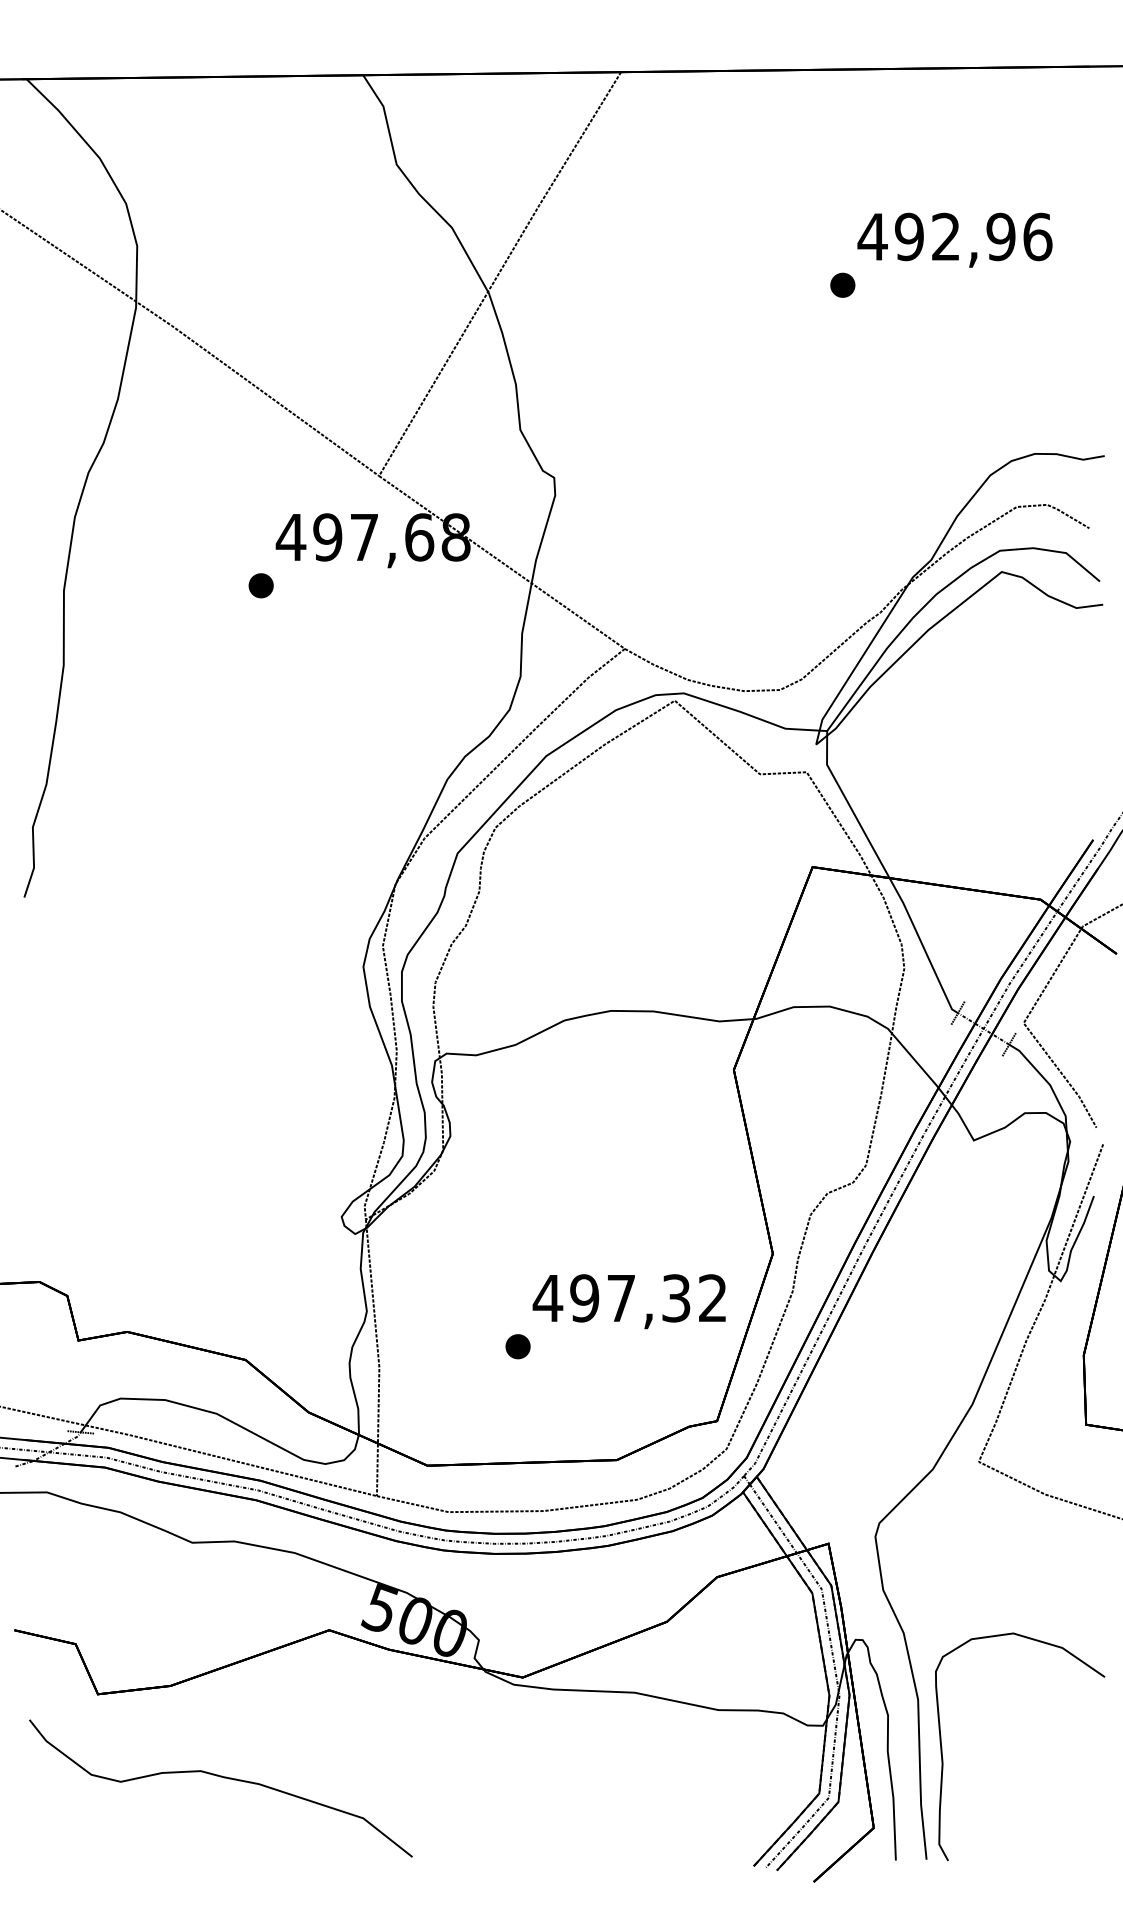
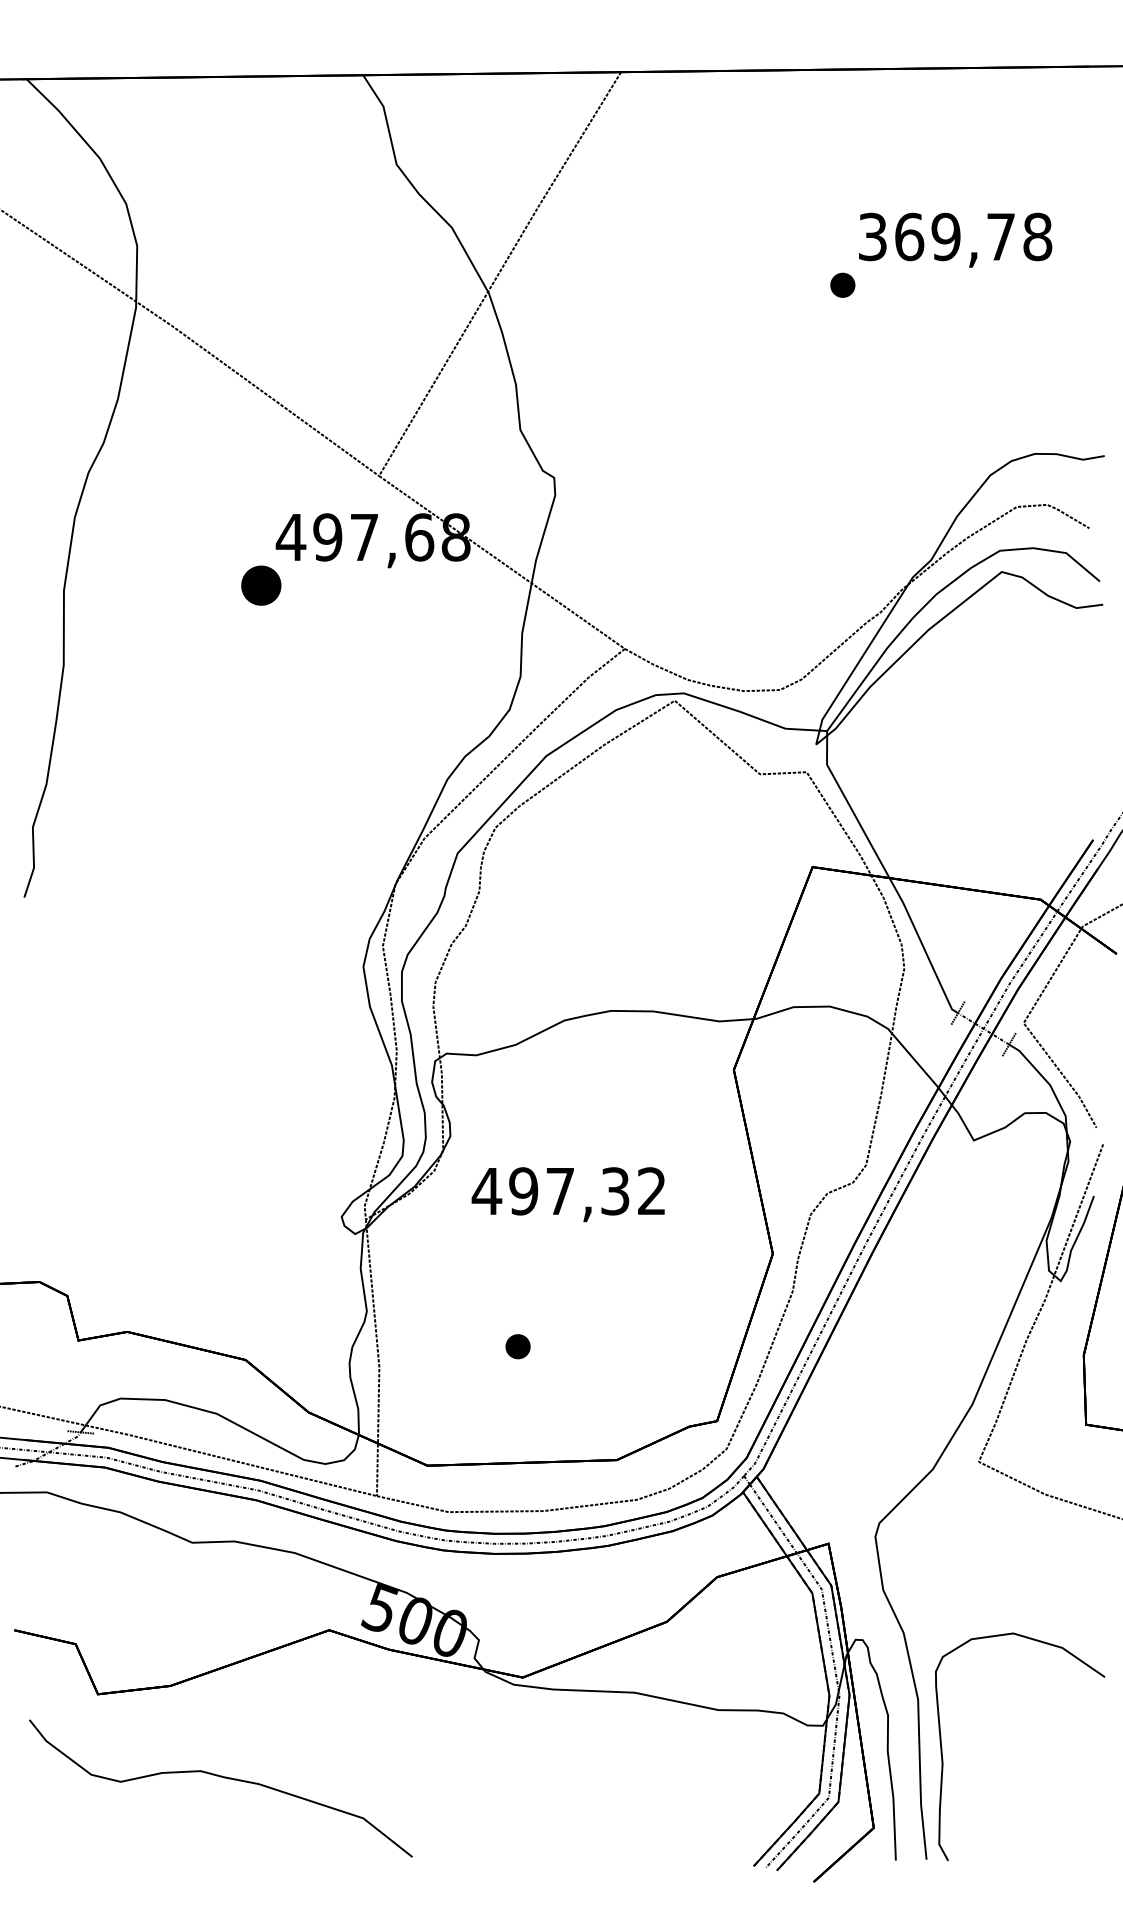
text at (954, 236): 492,96 -> 369,78
part at (260, 585) size: 26x26 px -> 41x41 px
text at (628, 1301) position: (628, 1301) -> (567, 1194)
